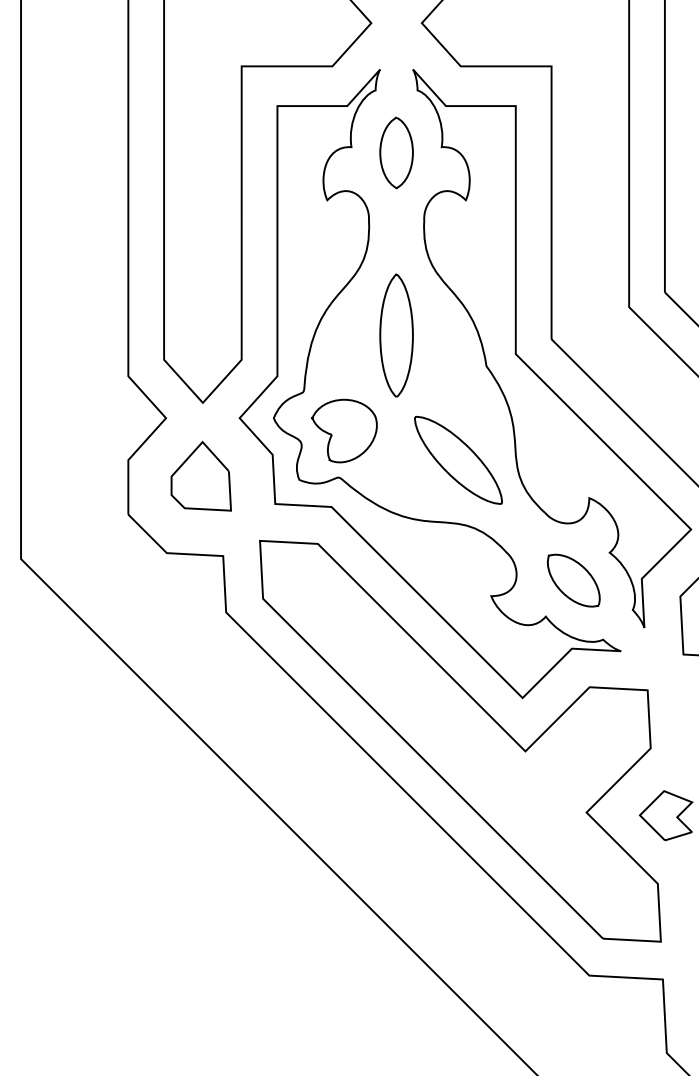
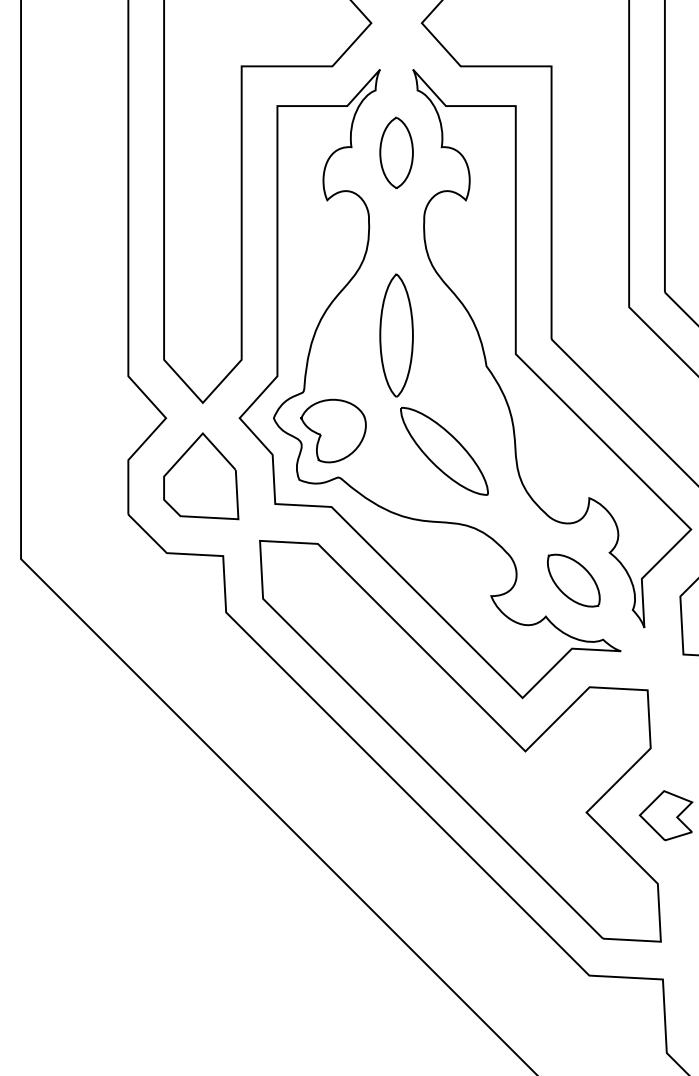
part at (344, 430) position: (344, 430) -> (333, 430)
part at (458, 460) position: (458, 460) -> (444, 451)
part at (200, 476) size: 62x71 px -> 77x89 px
